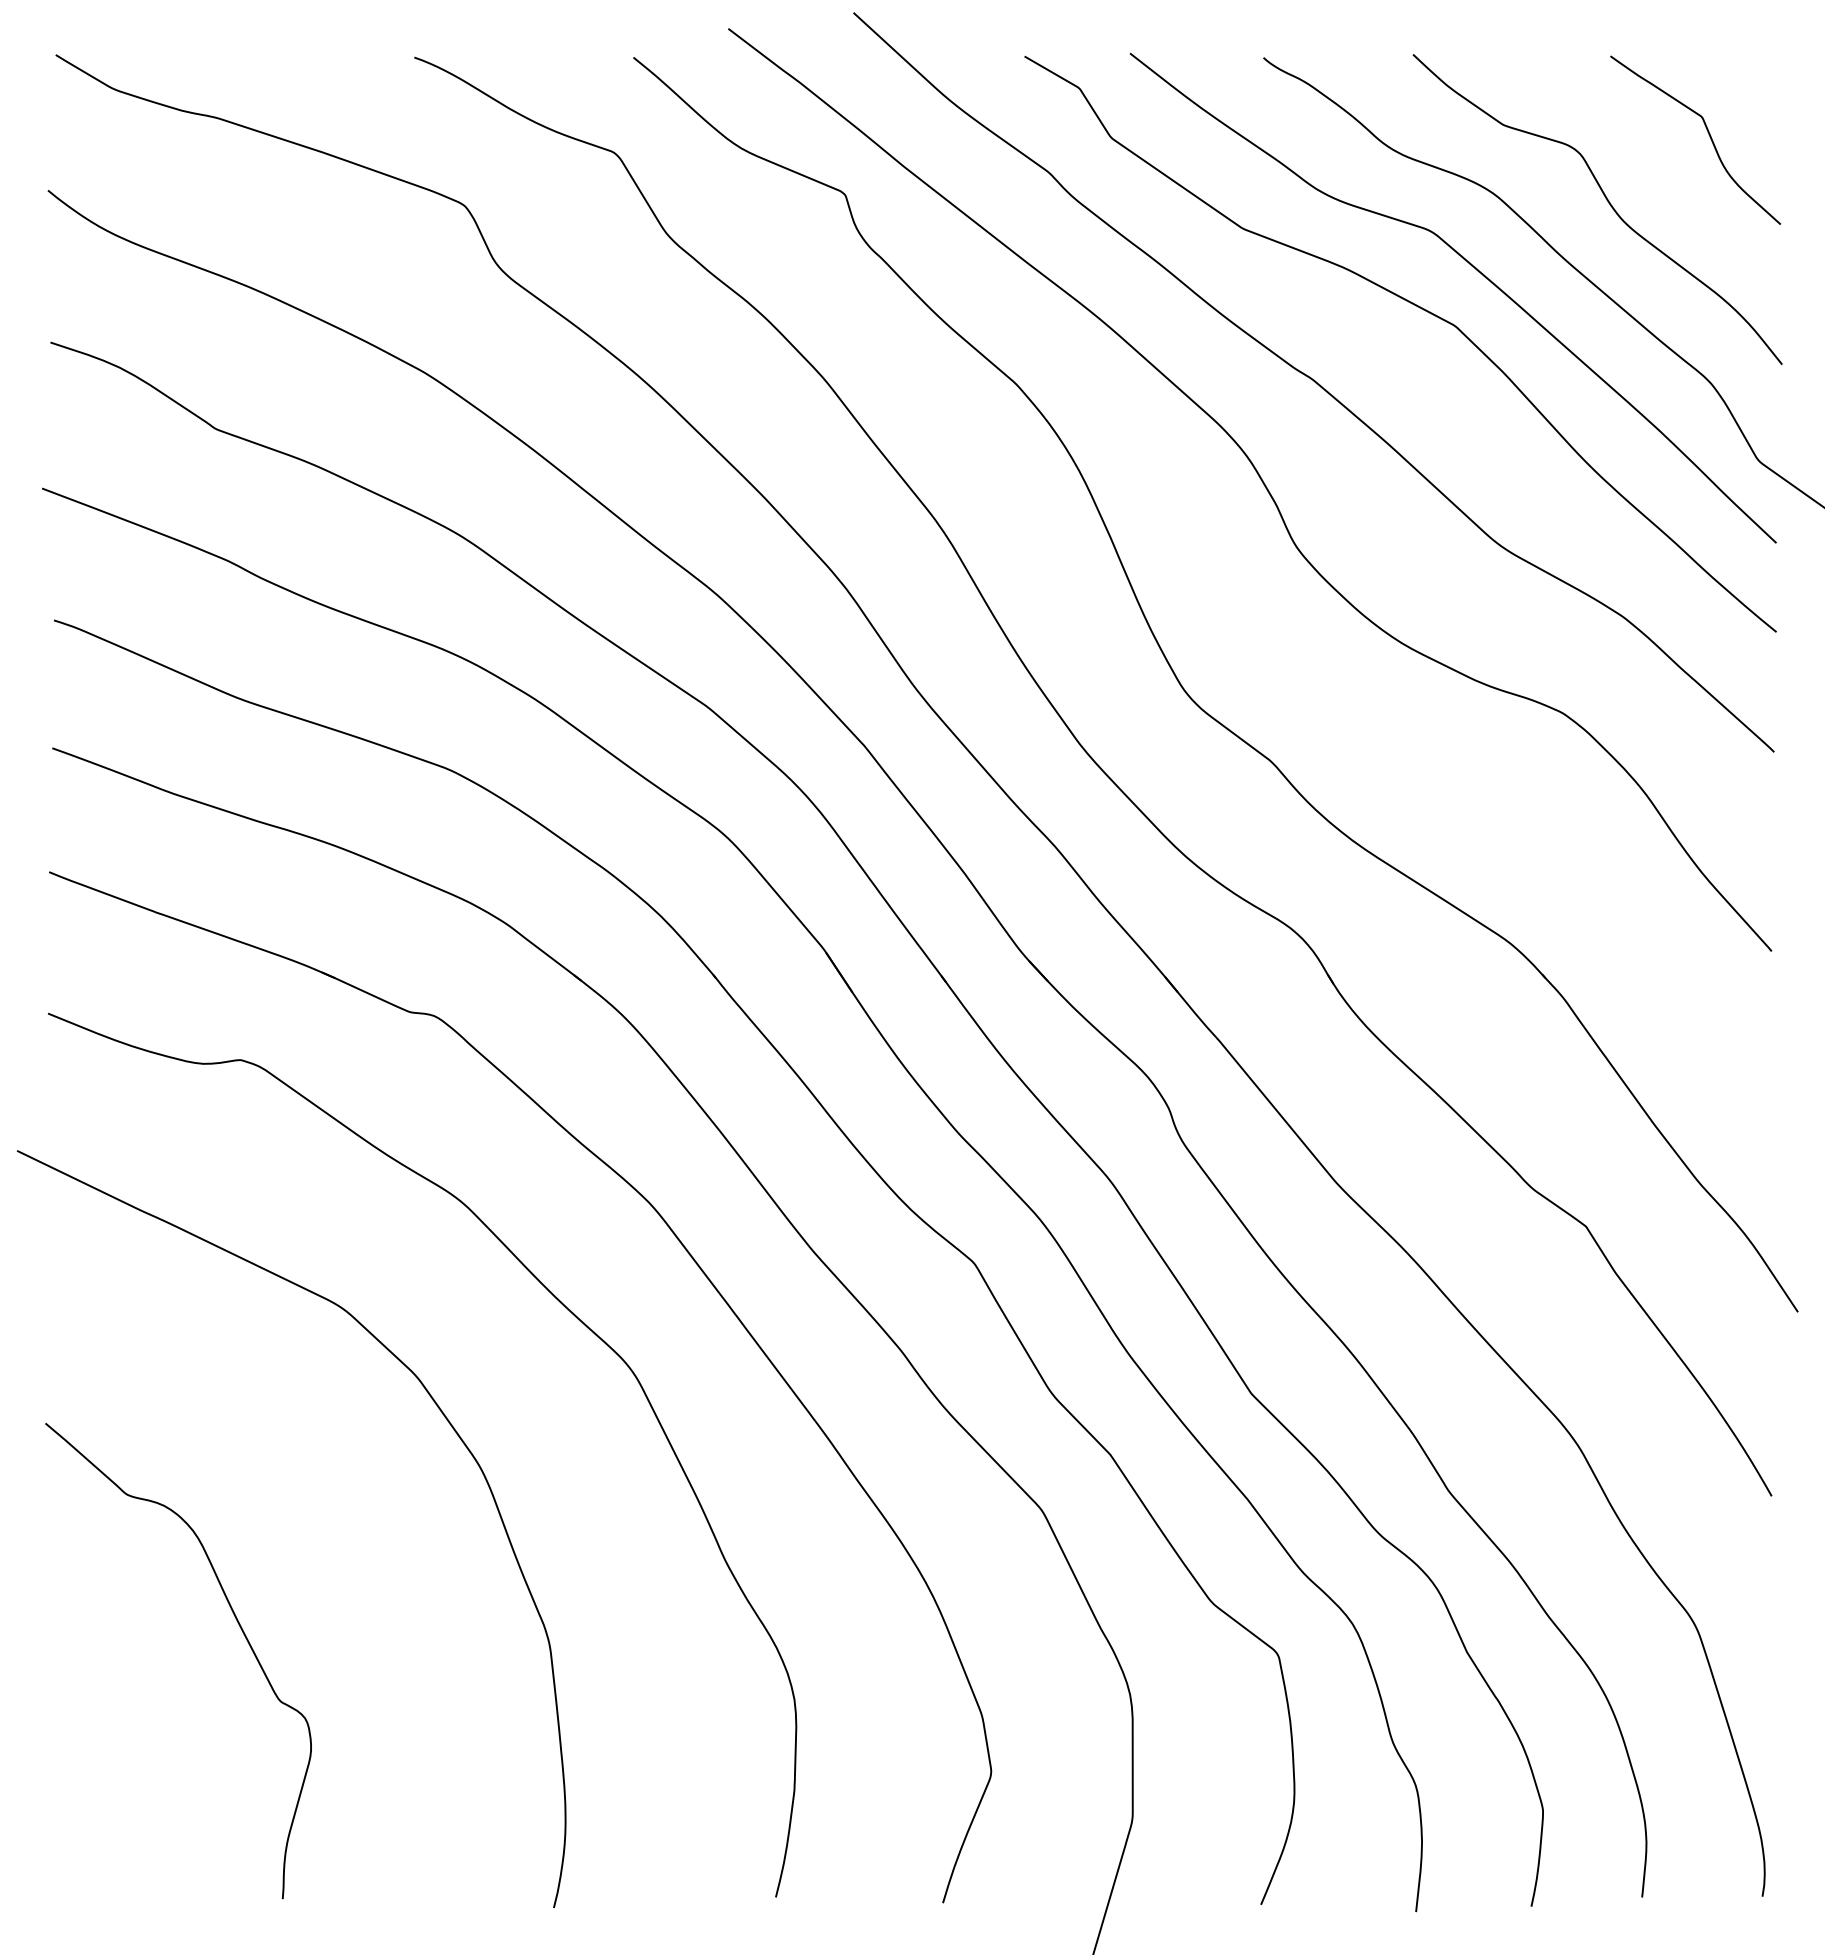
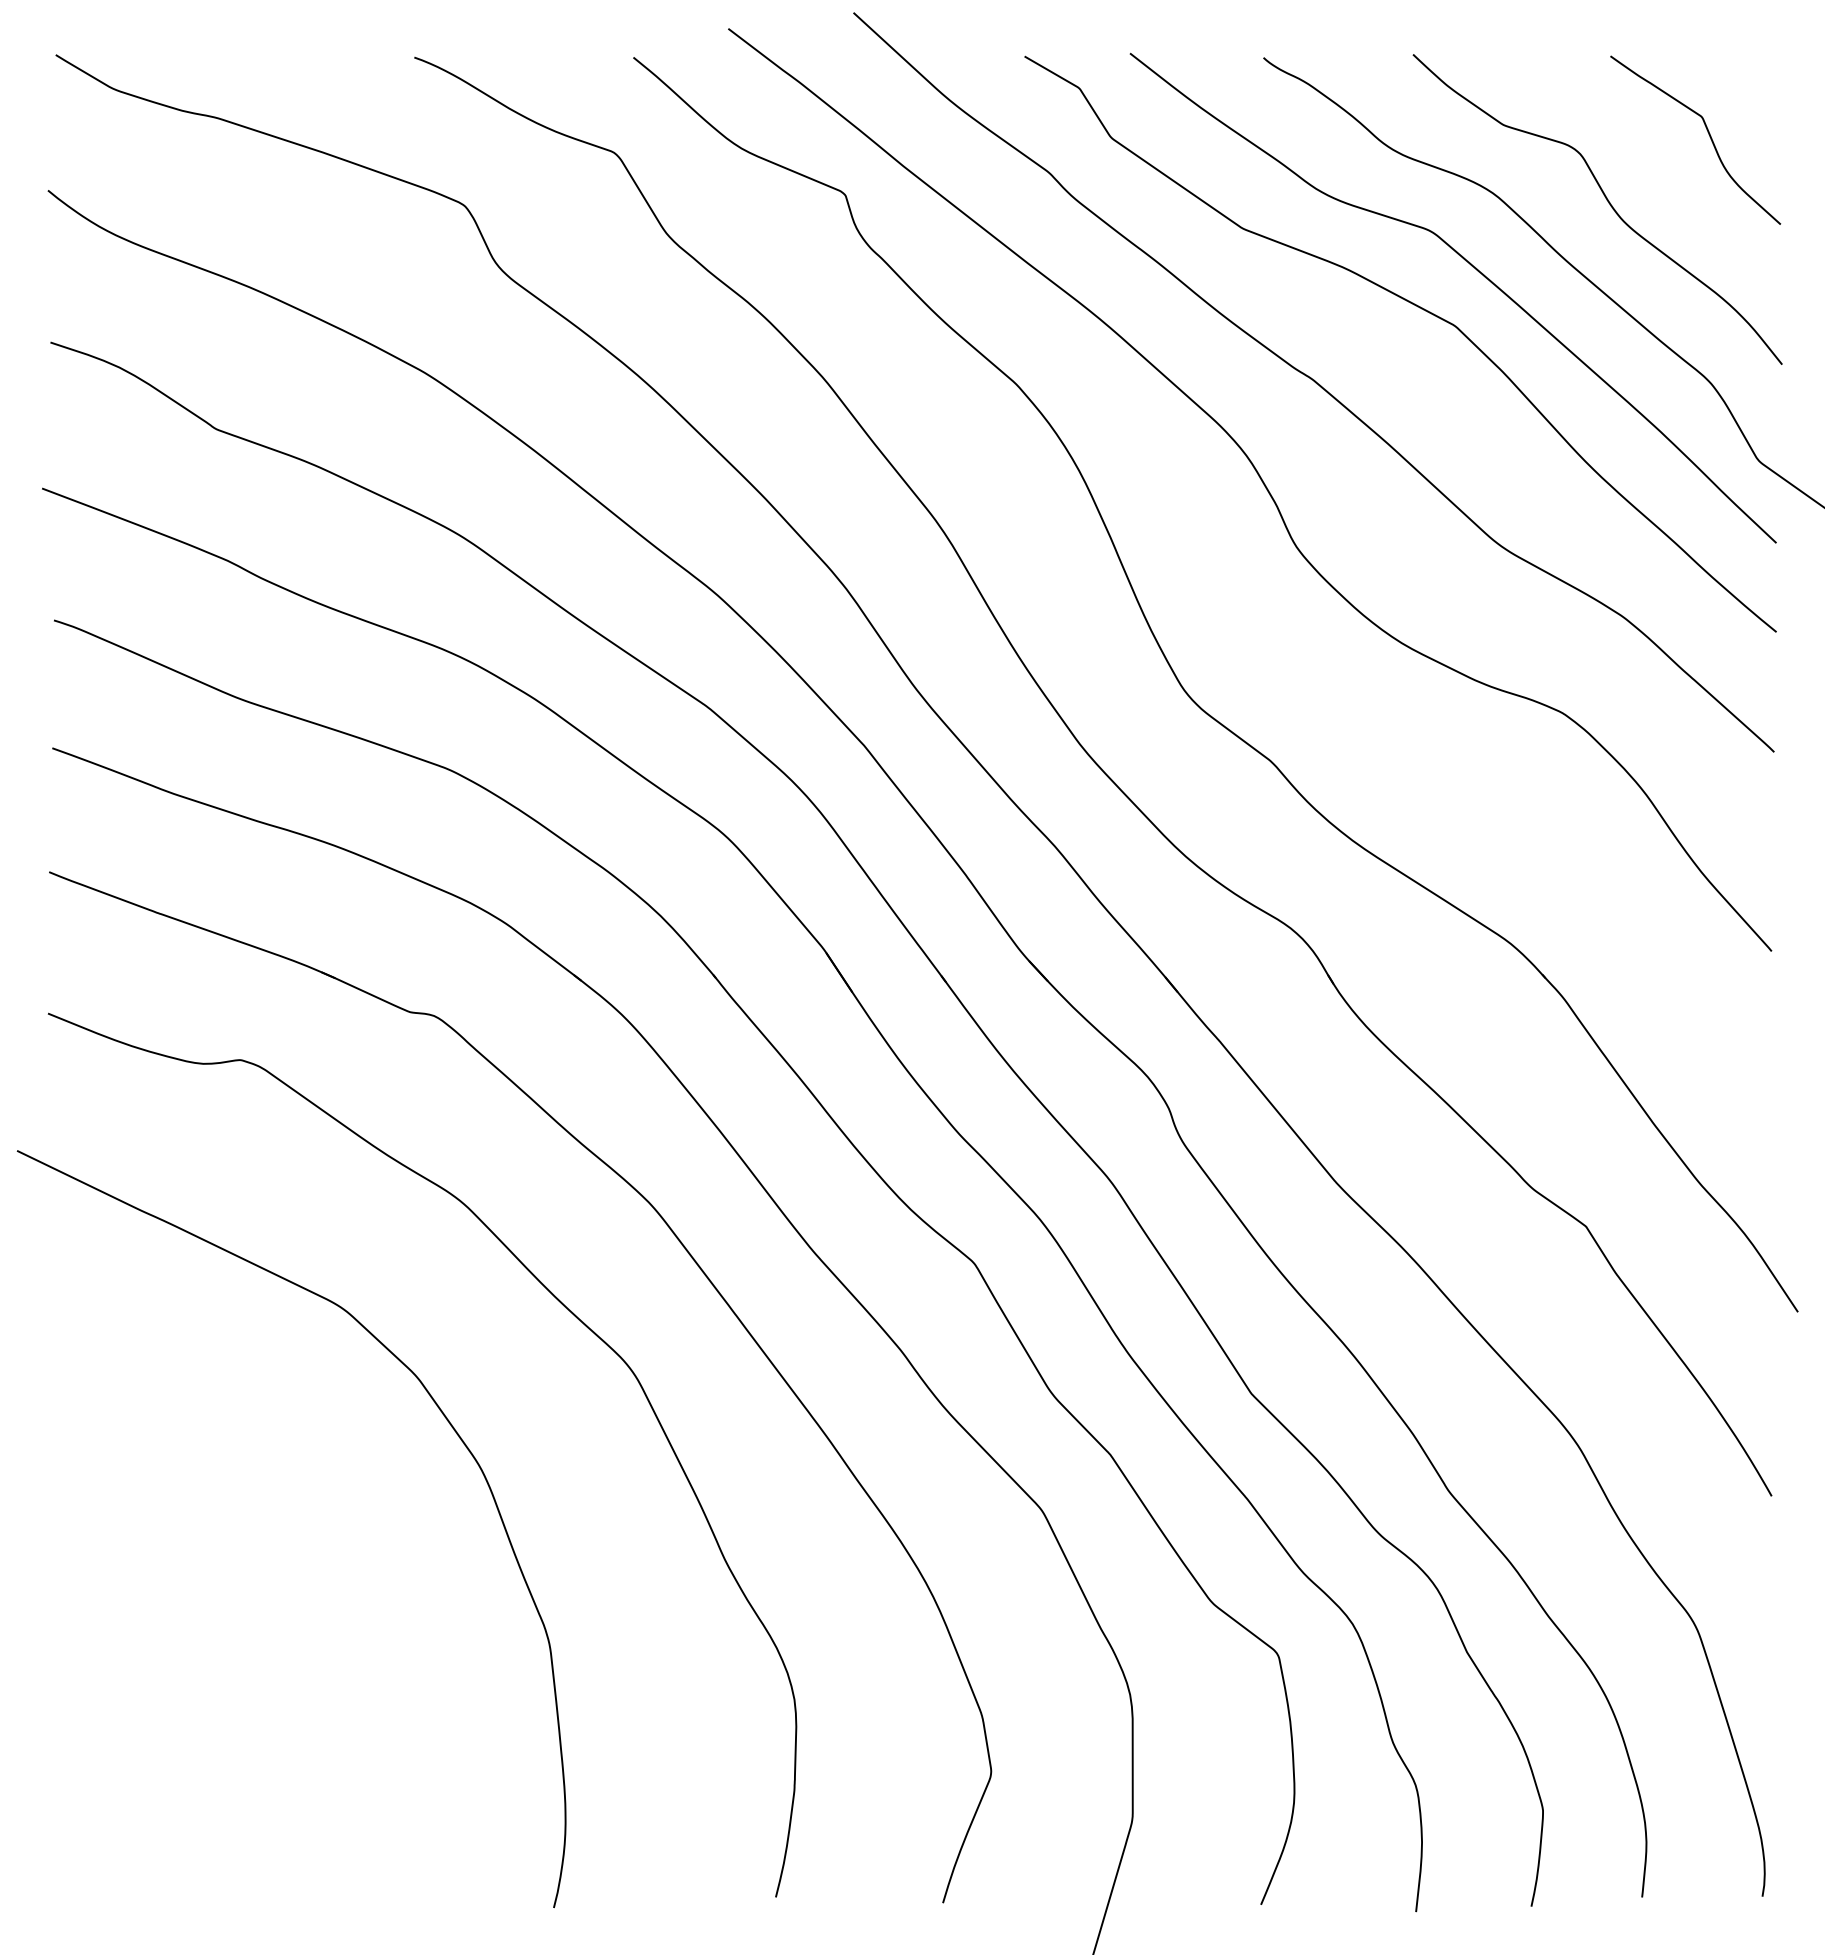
curve at (241, 1630): present -> none
